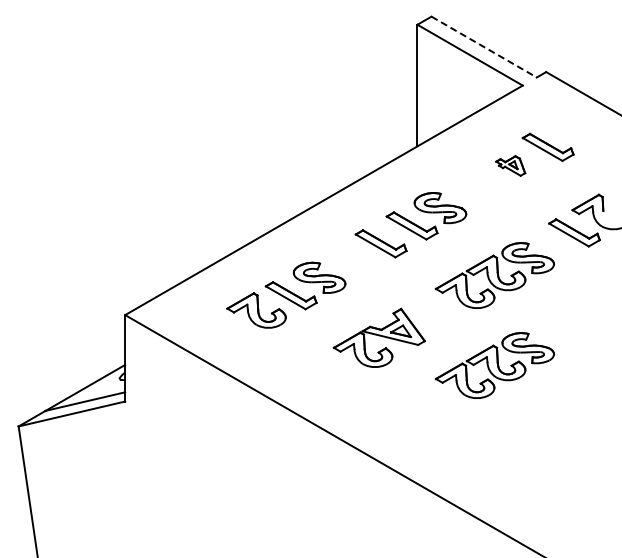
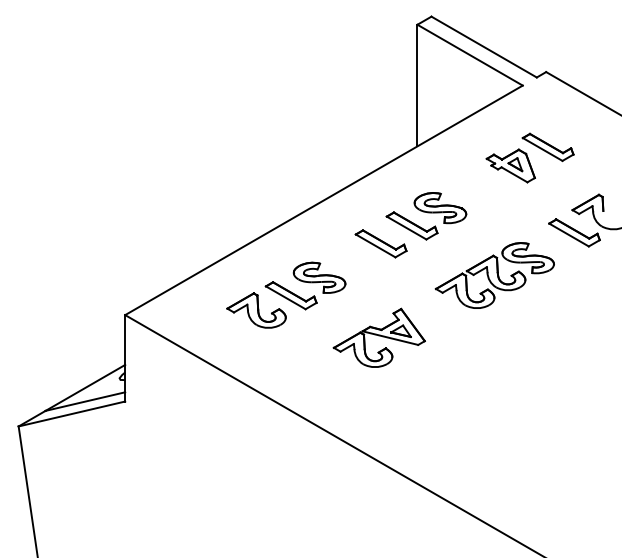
line at (484, 47): dashed -> solid
part at (510, 165) size: 32x22 px -> 51x36 px
part at (494, 365): present -> none
